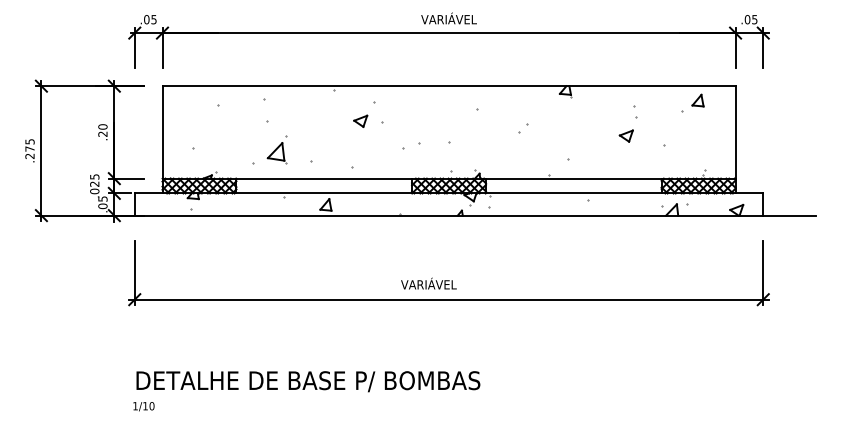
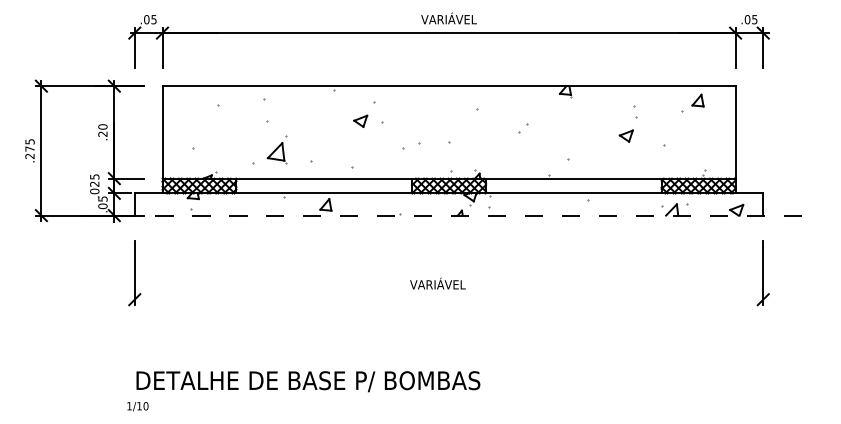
line at (448, 215): solid -> dashed
text at (428, 283) position: (428, 283) -> (437, 283)
line at (448, 299): present -> none
text at (143, 406) position: (143, 406) -> (137, 406)
